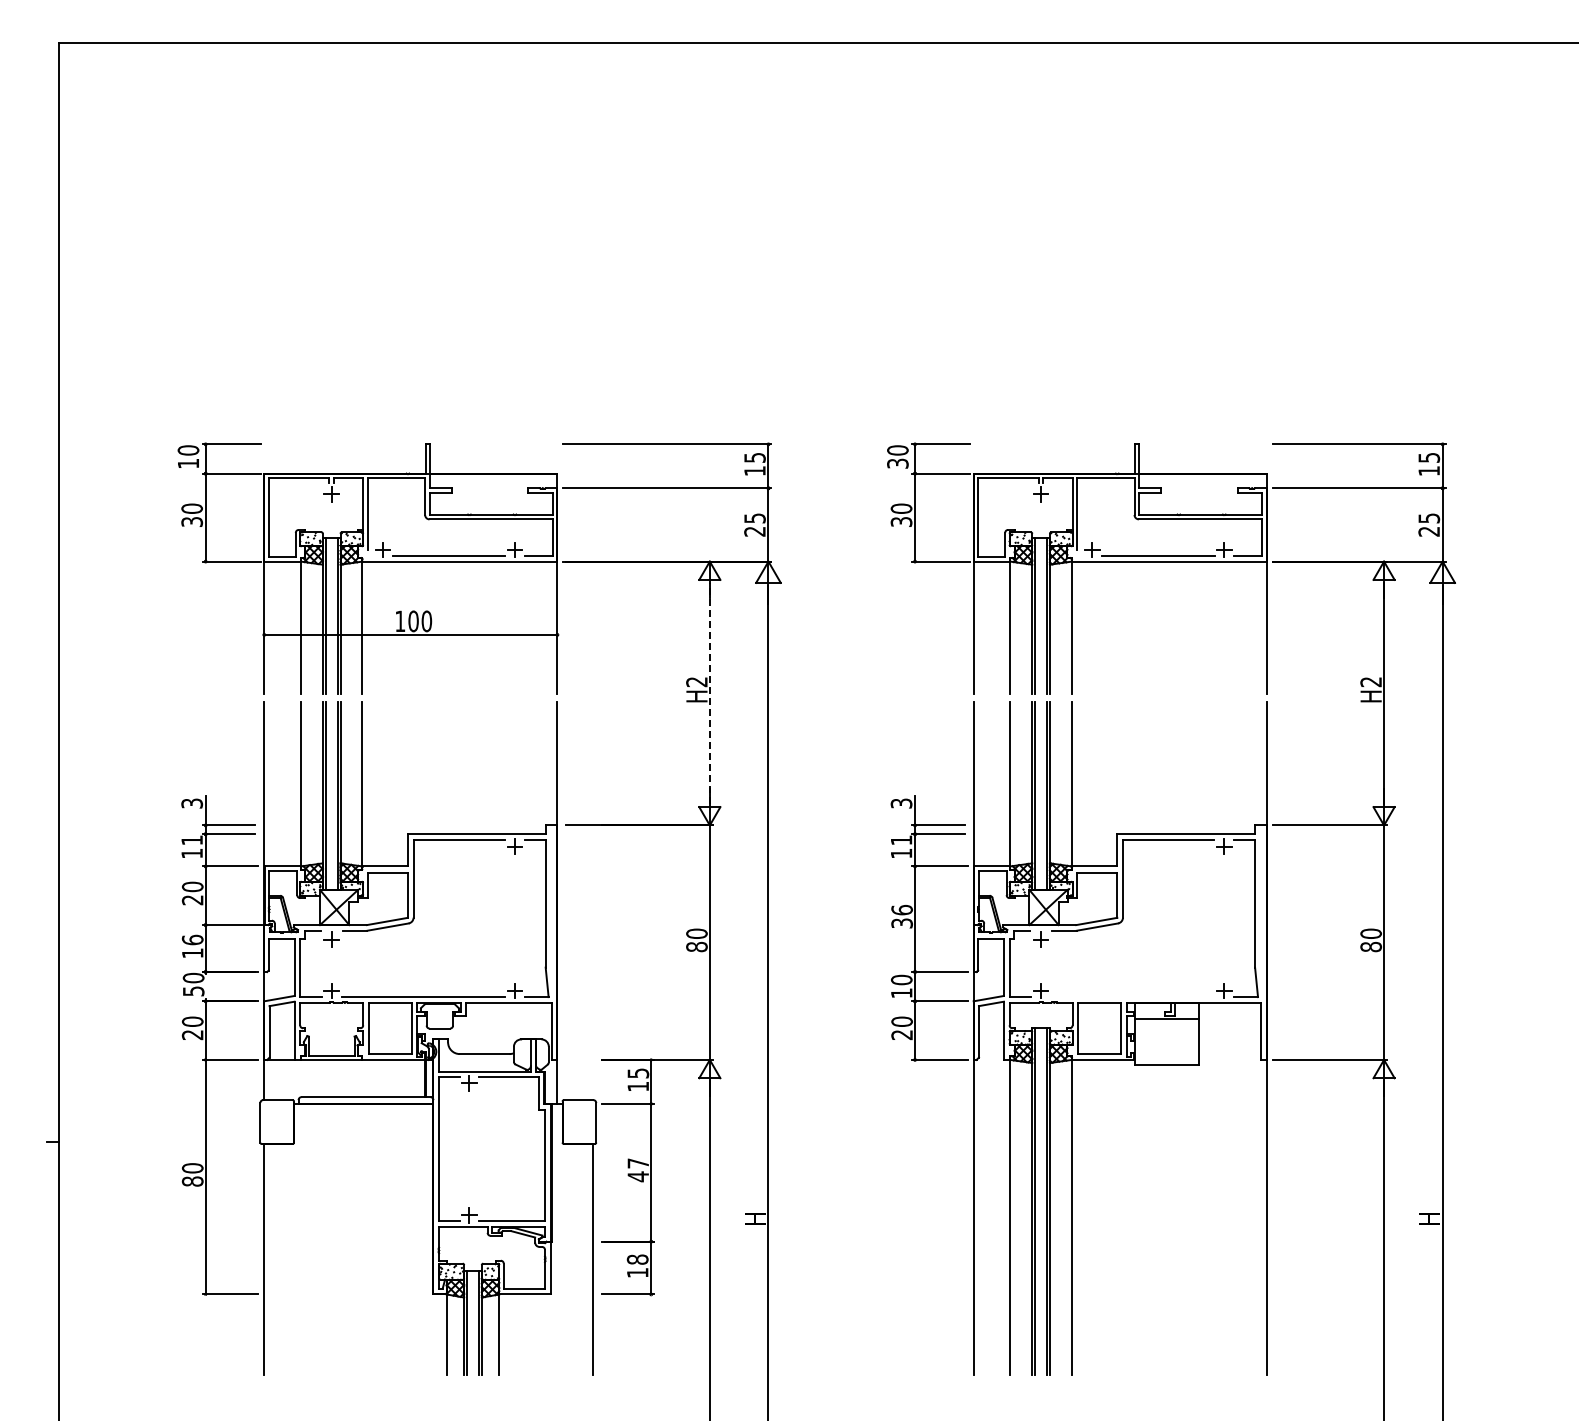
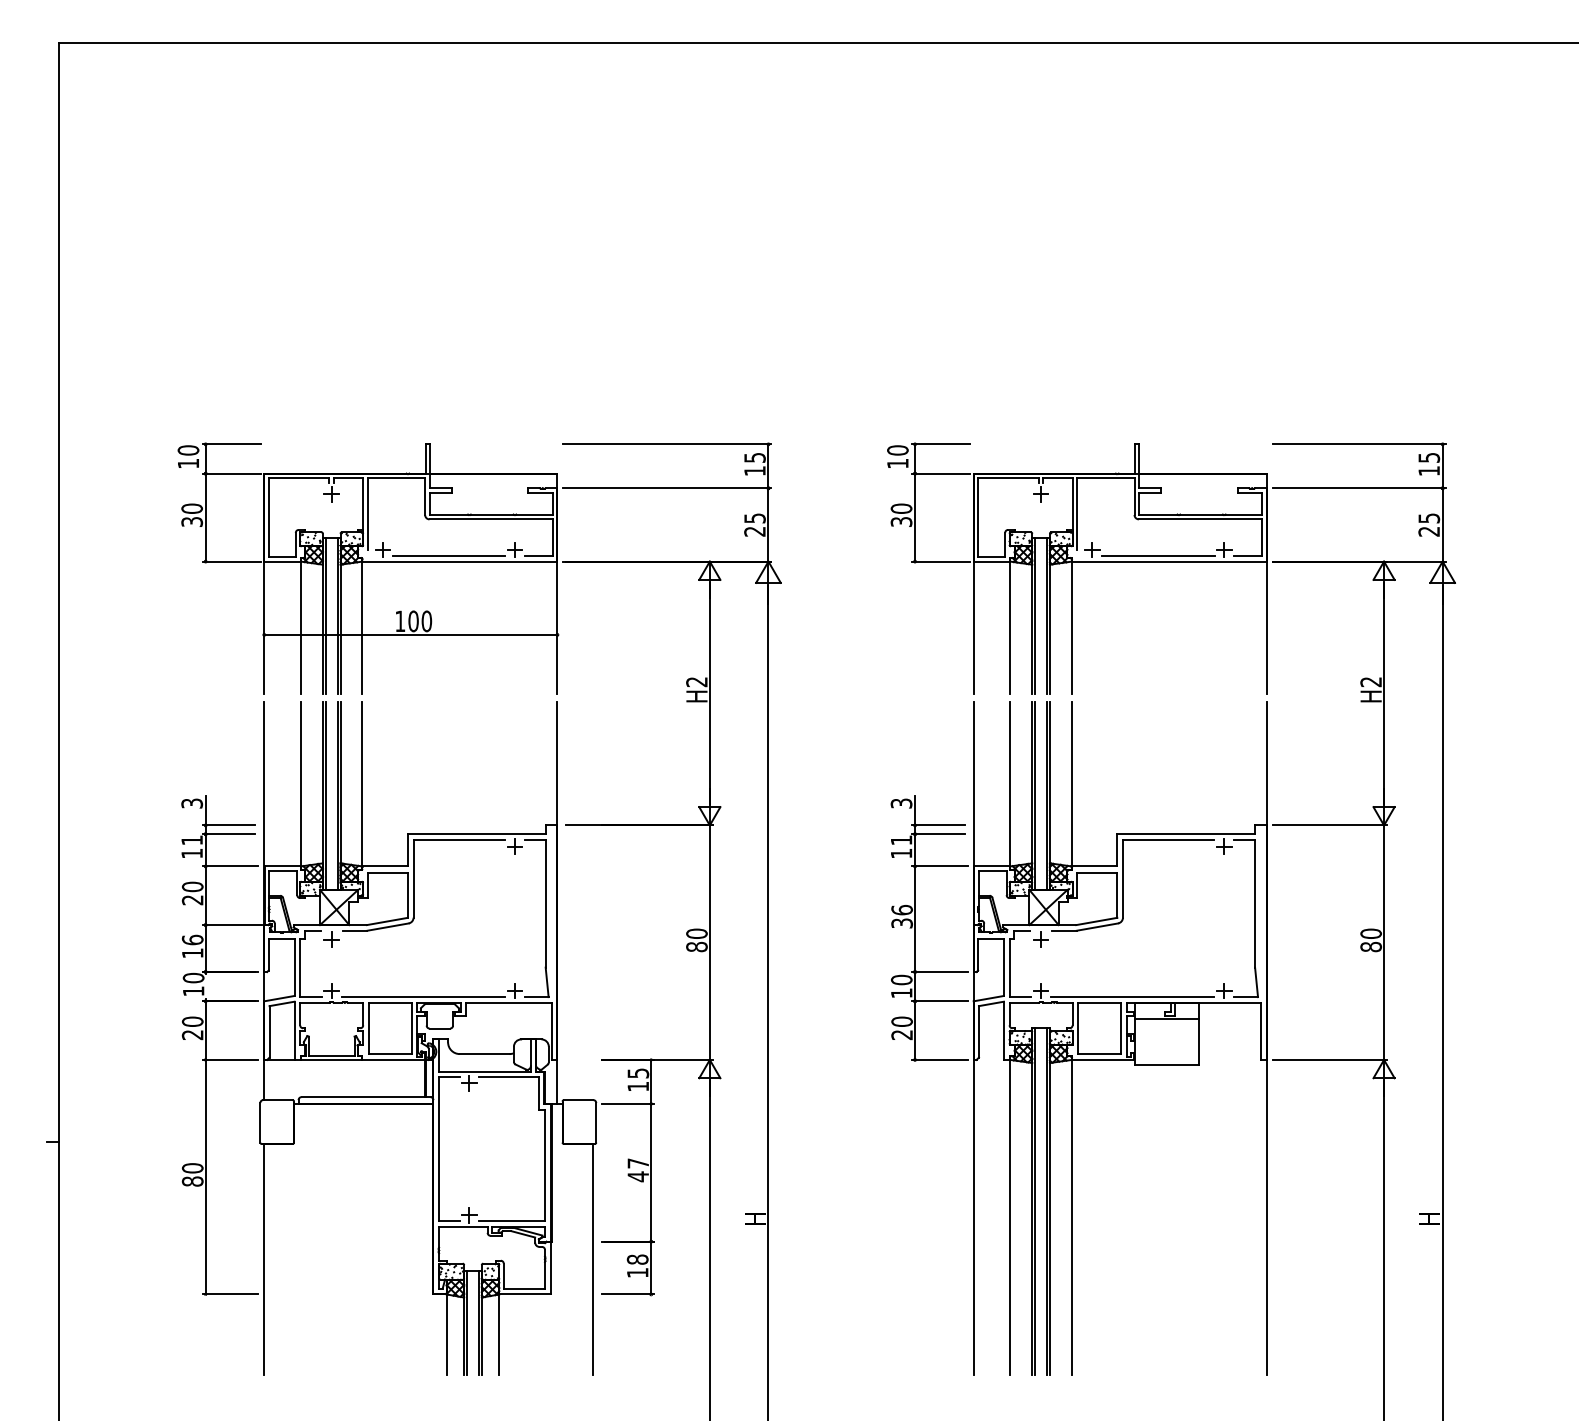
text at (897, 463): 30 -> 10
line at (709, 693): dashed -> solid
text at (193, 991): 50 -> 10
line at (1132, 997): none -> present
